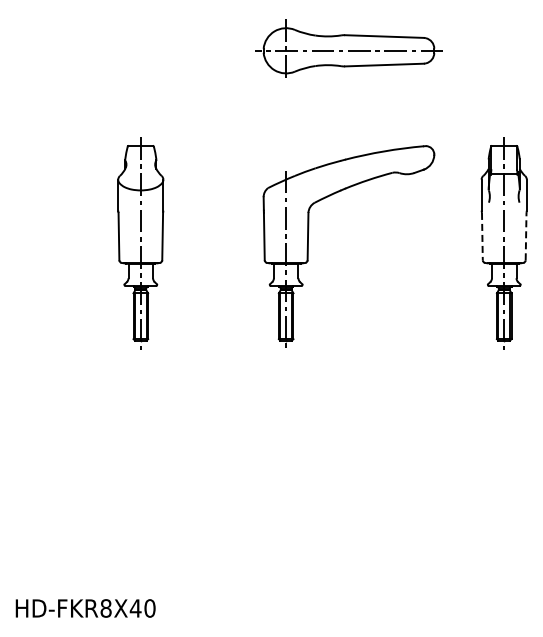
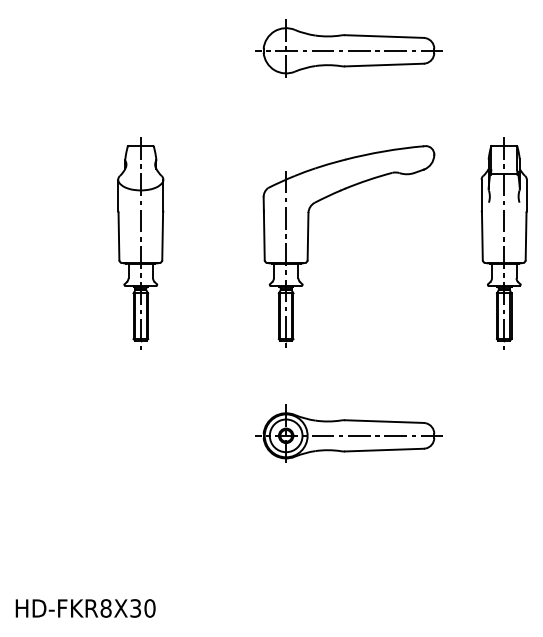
line at (482, 236): dashed -> solid
line at (526, 236): dashed -> solid
part at (348, 433): none -> present
text at (135, 608): HD-FKR8X40 -> HD-FKR8X30
